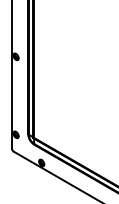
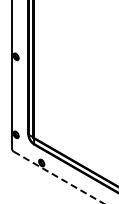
line at (58, 177): solid -> dashed
